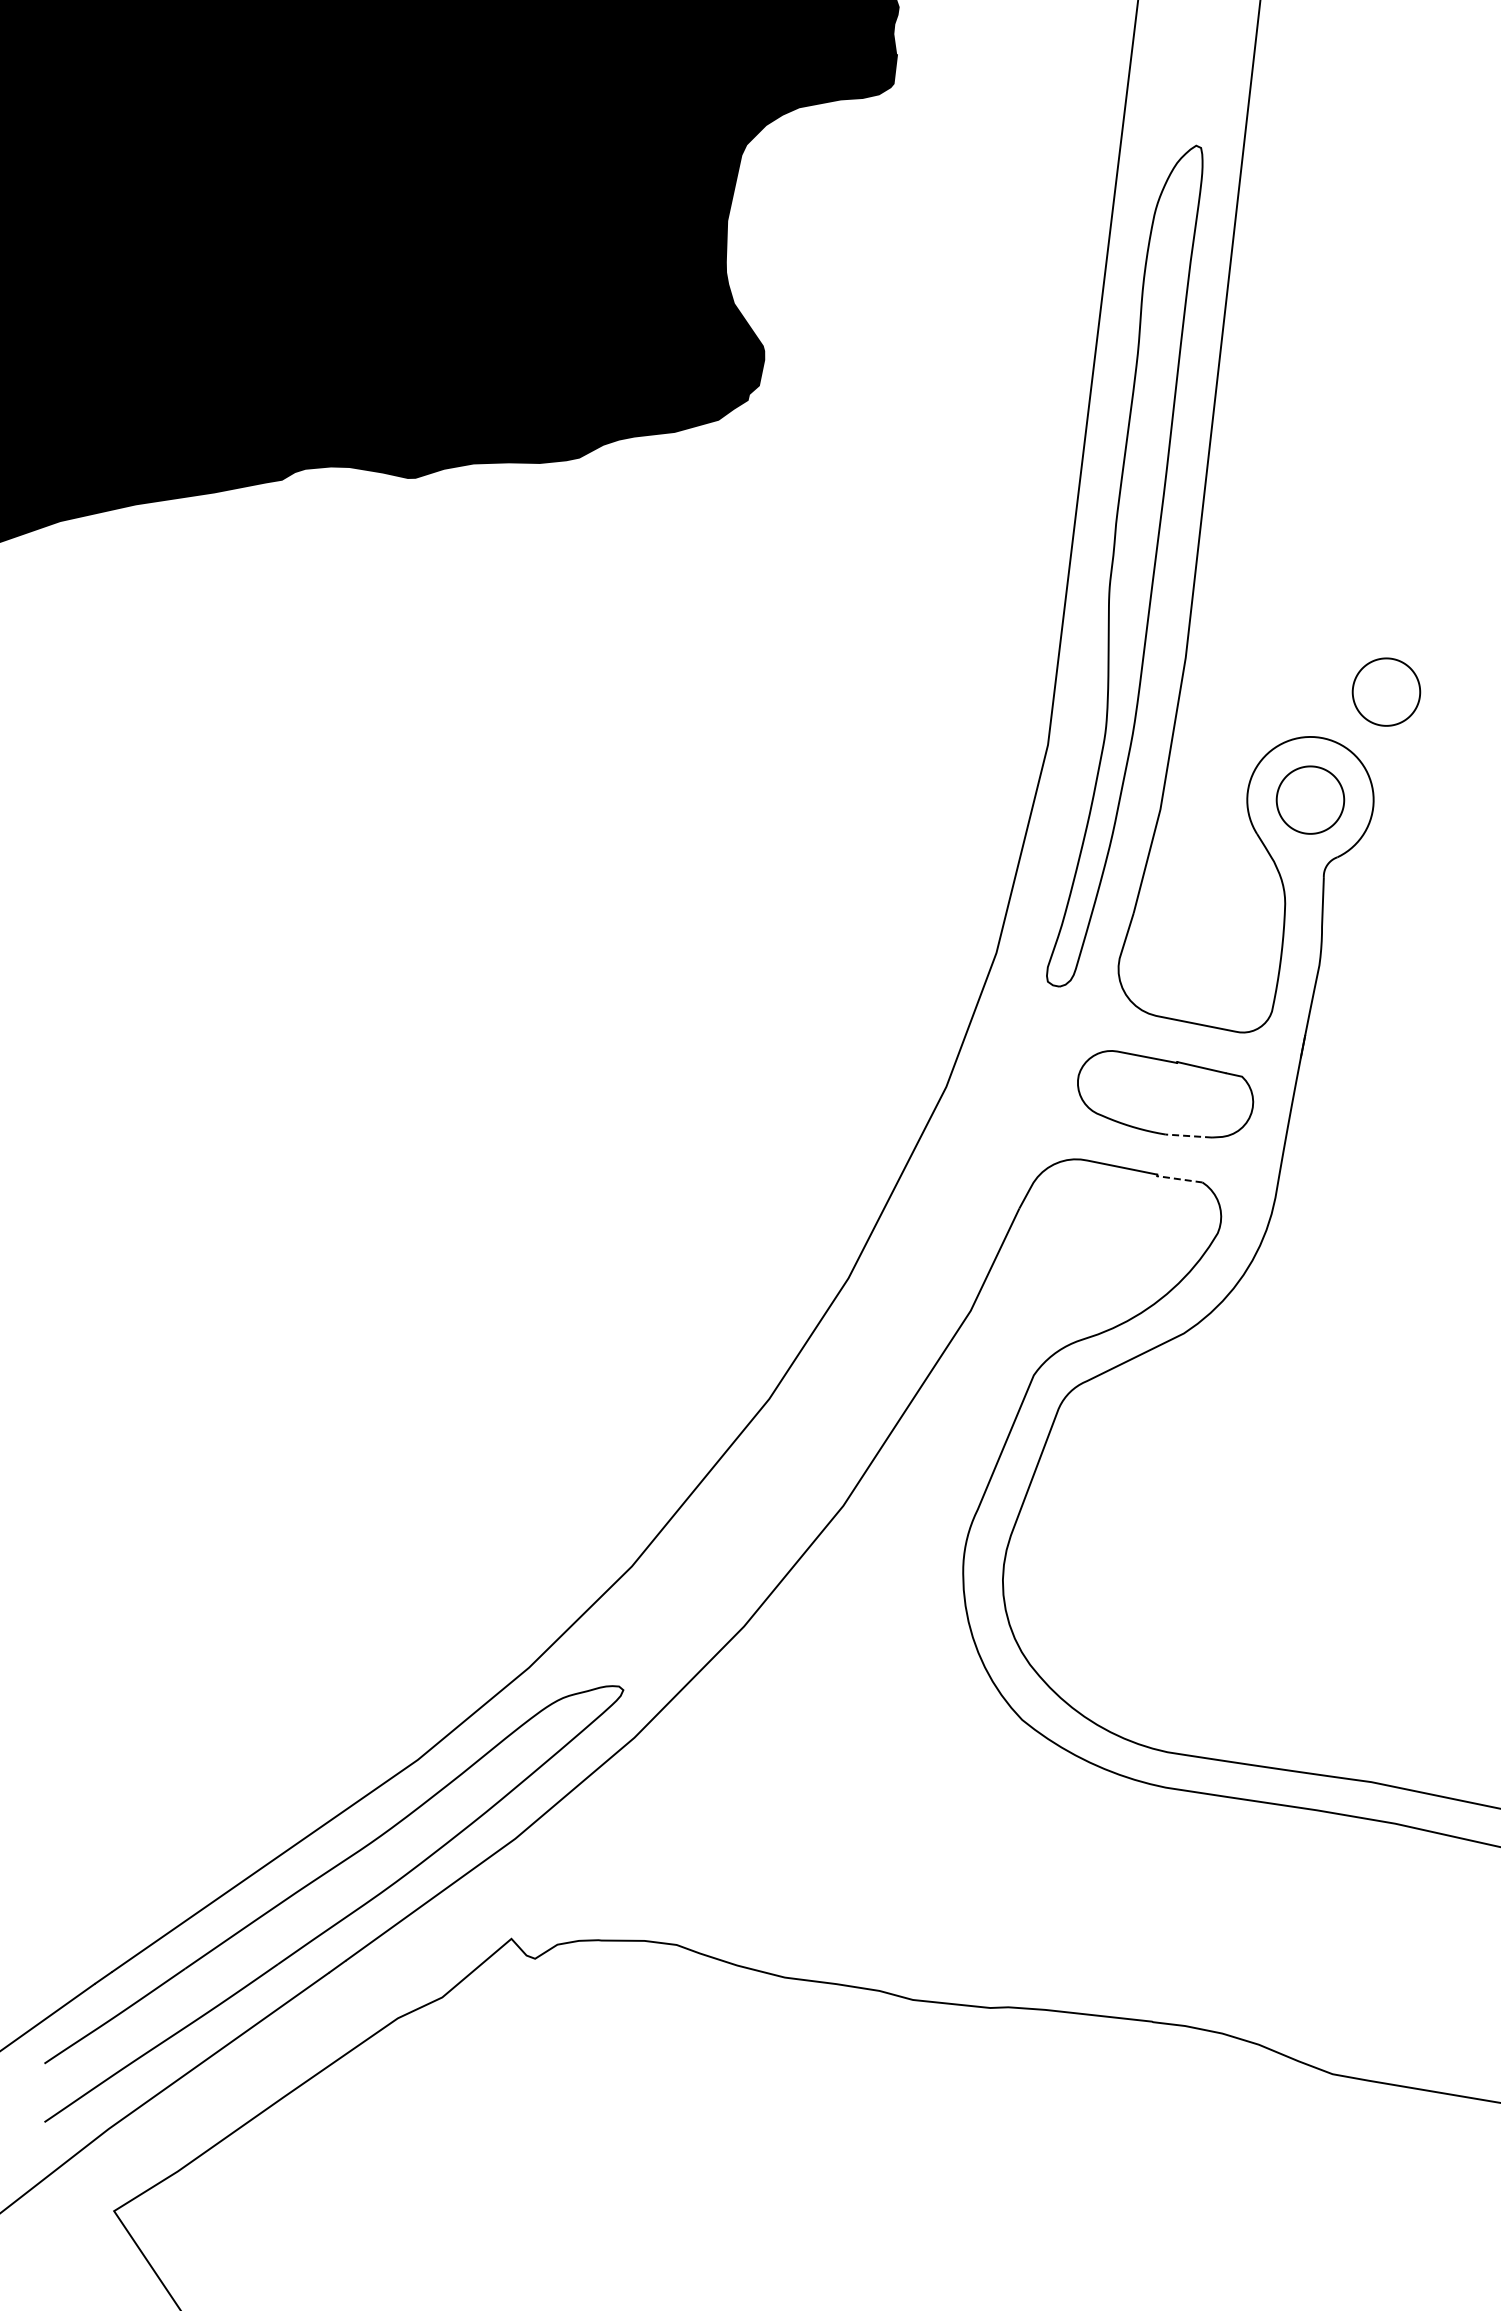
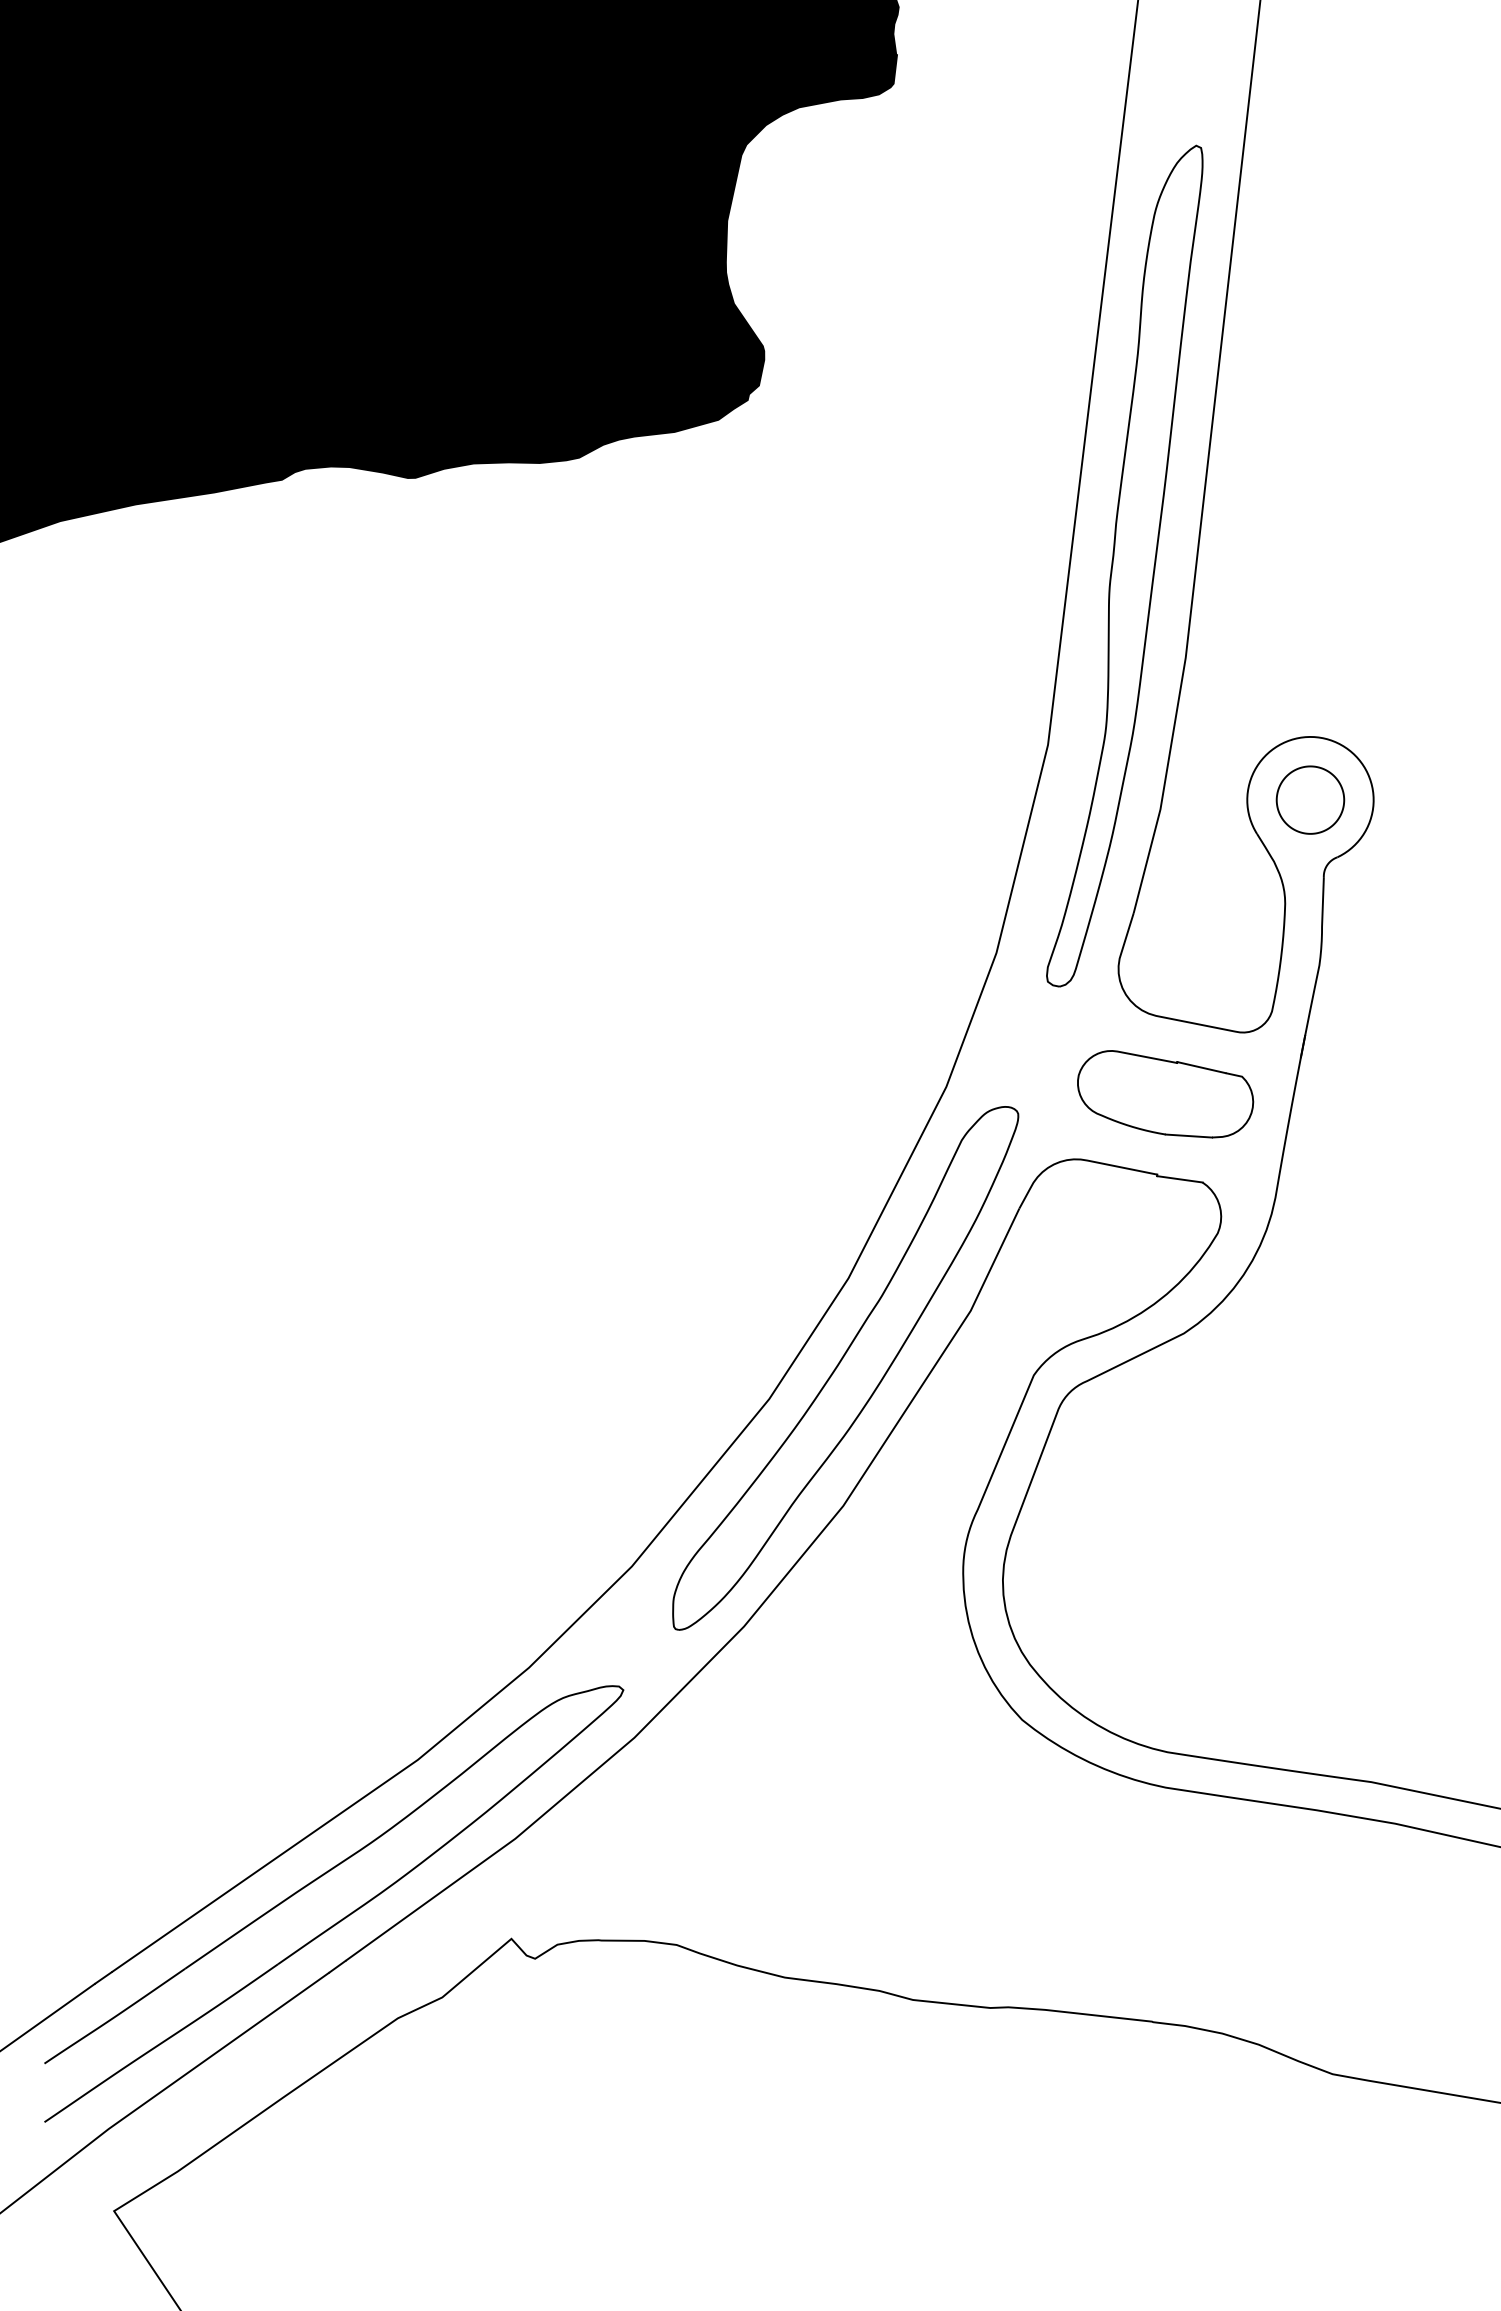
part at (1386, 691): present -> none
line at (1188, 1136): dashed -> solid
line at (1179, 1179): dashed -> solid
part at (845, 1368): none -> present
